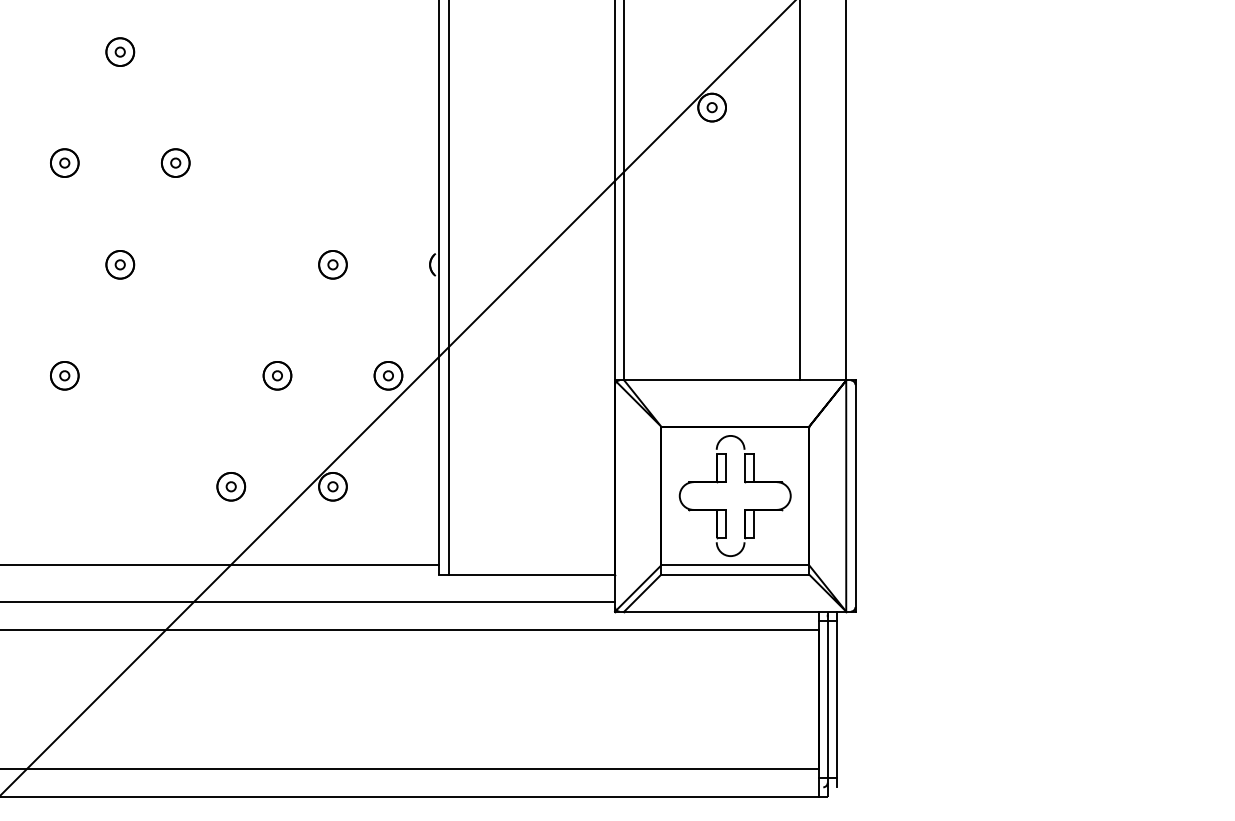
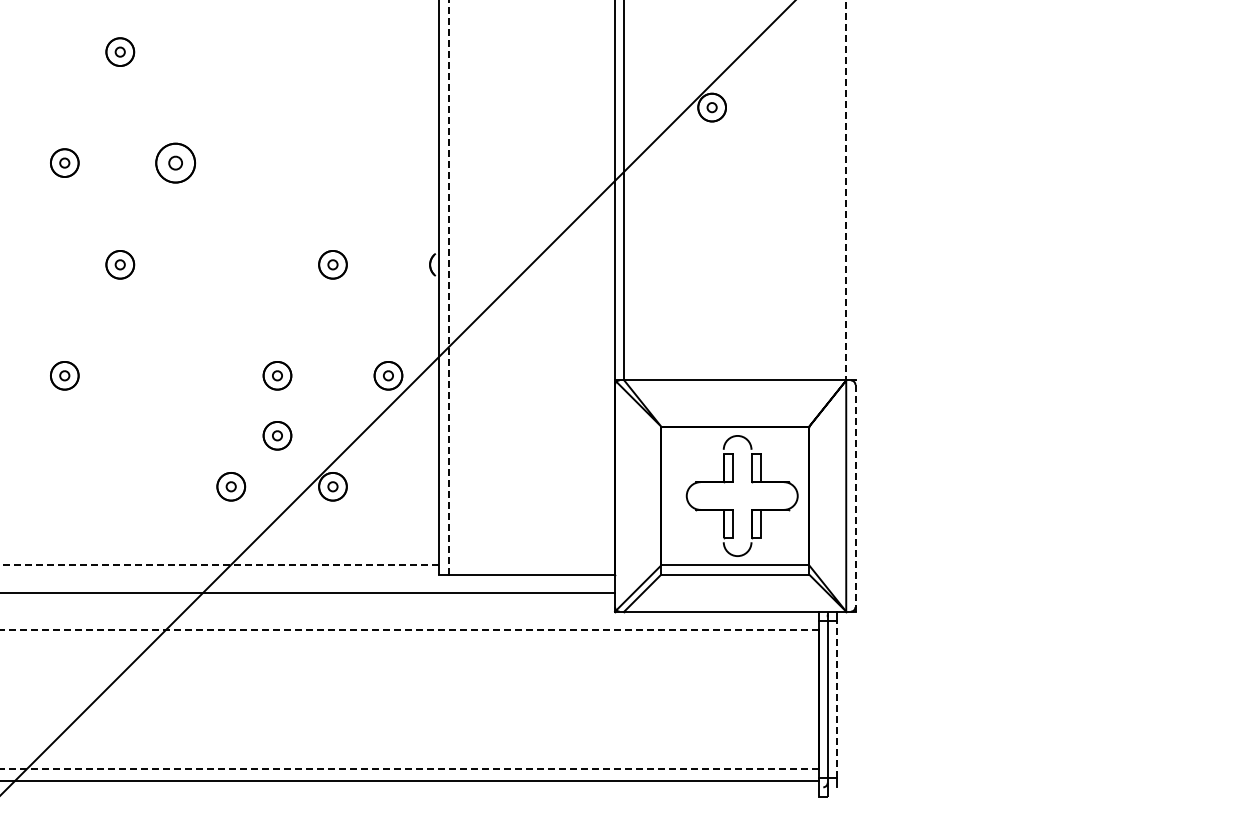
part at (175, 162) size: 30x30 px -> 42x42 px
line at (846, 190): solid -> dashed
line at (800, 191): present -> none
line at (448, 287): solid -> dashed
part at (277, 435): none -> present
part at (726, 482) position: (726, 482) -> (733, 482)
line at (855, 496): solid -> dashed
line at (220, 565): solid -> dashed
line at (308, 602) position: (308, 602) -> (308, 593)
line at (409, 630): solid -> dashed
line at (837, 699): solid -> dashed
line at (409, 768): solid -> dashed
line at (410, 796) position: (410, 796) -> (410, 780)
